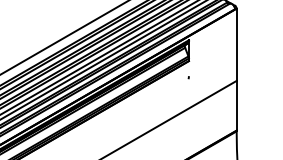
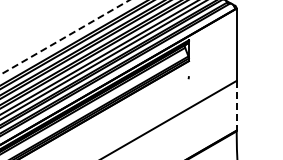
line at (64, 37): solid -> dashed
line at (236, 105): solid -> dashed
